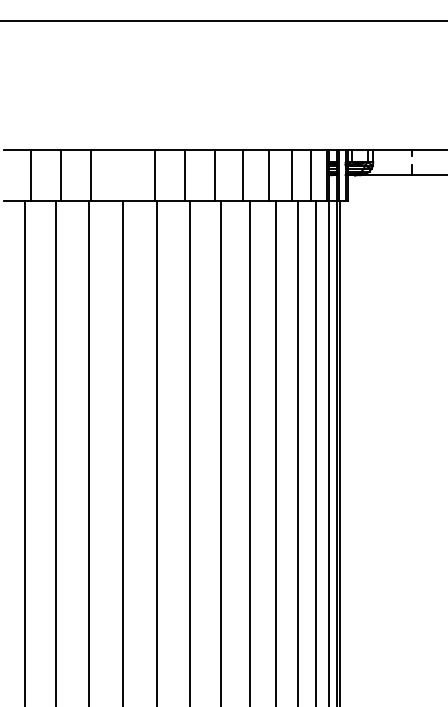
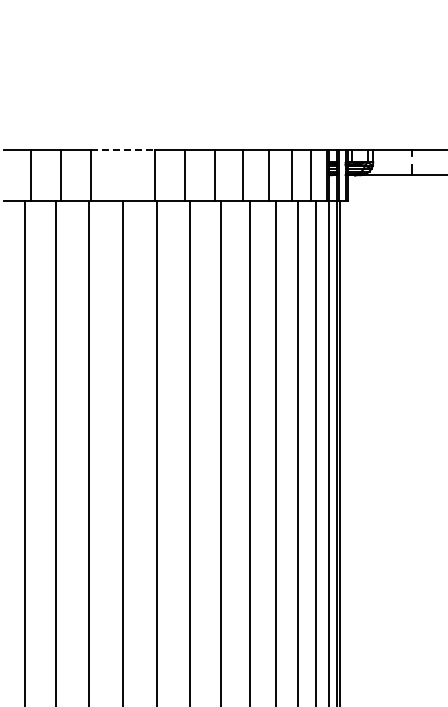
line at (223, 21): present -> none
line at (123, 149): solid -> dashed
